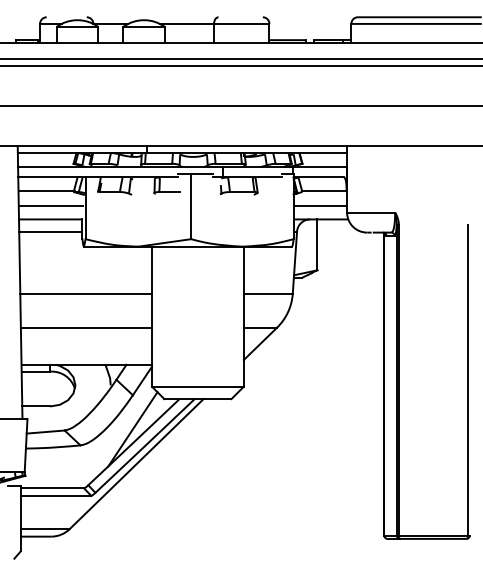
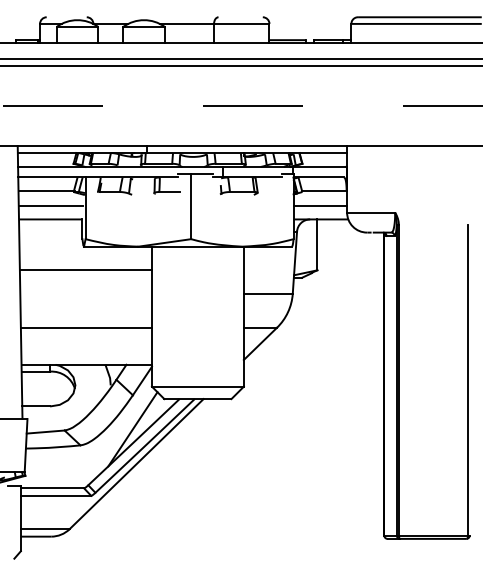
line at (241, 106): solid -> dashed
line at (50, 231): present -> none
line at (85, 293) position: (85, 293) -> (85, 269)
